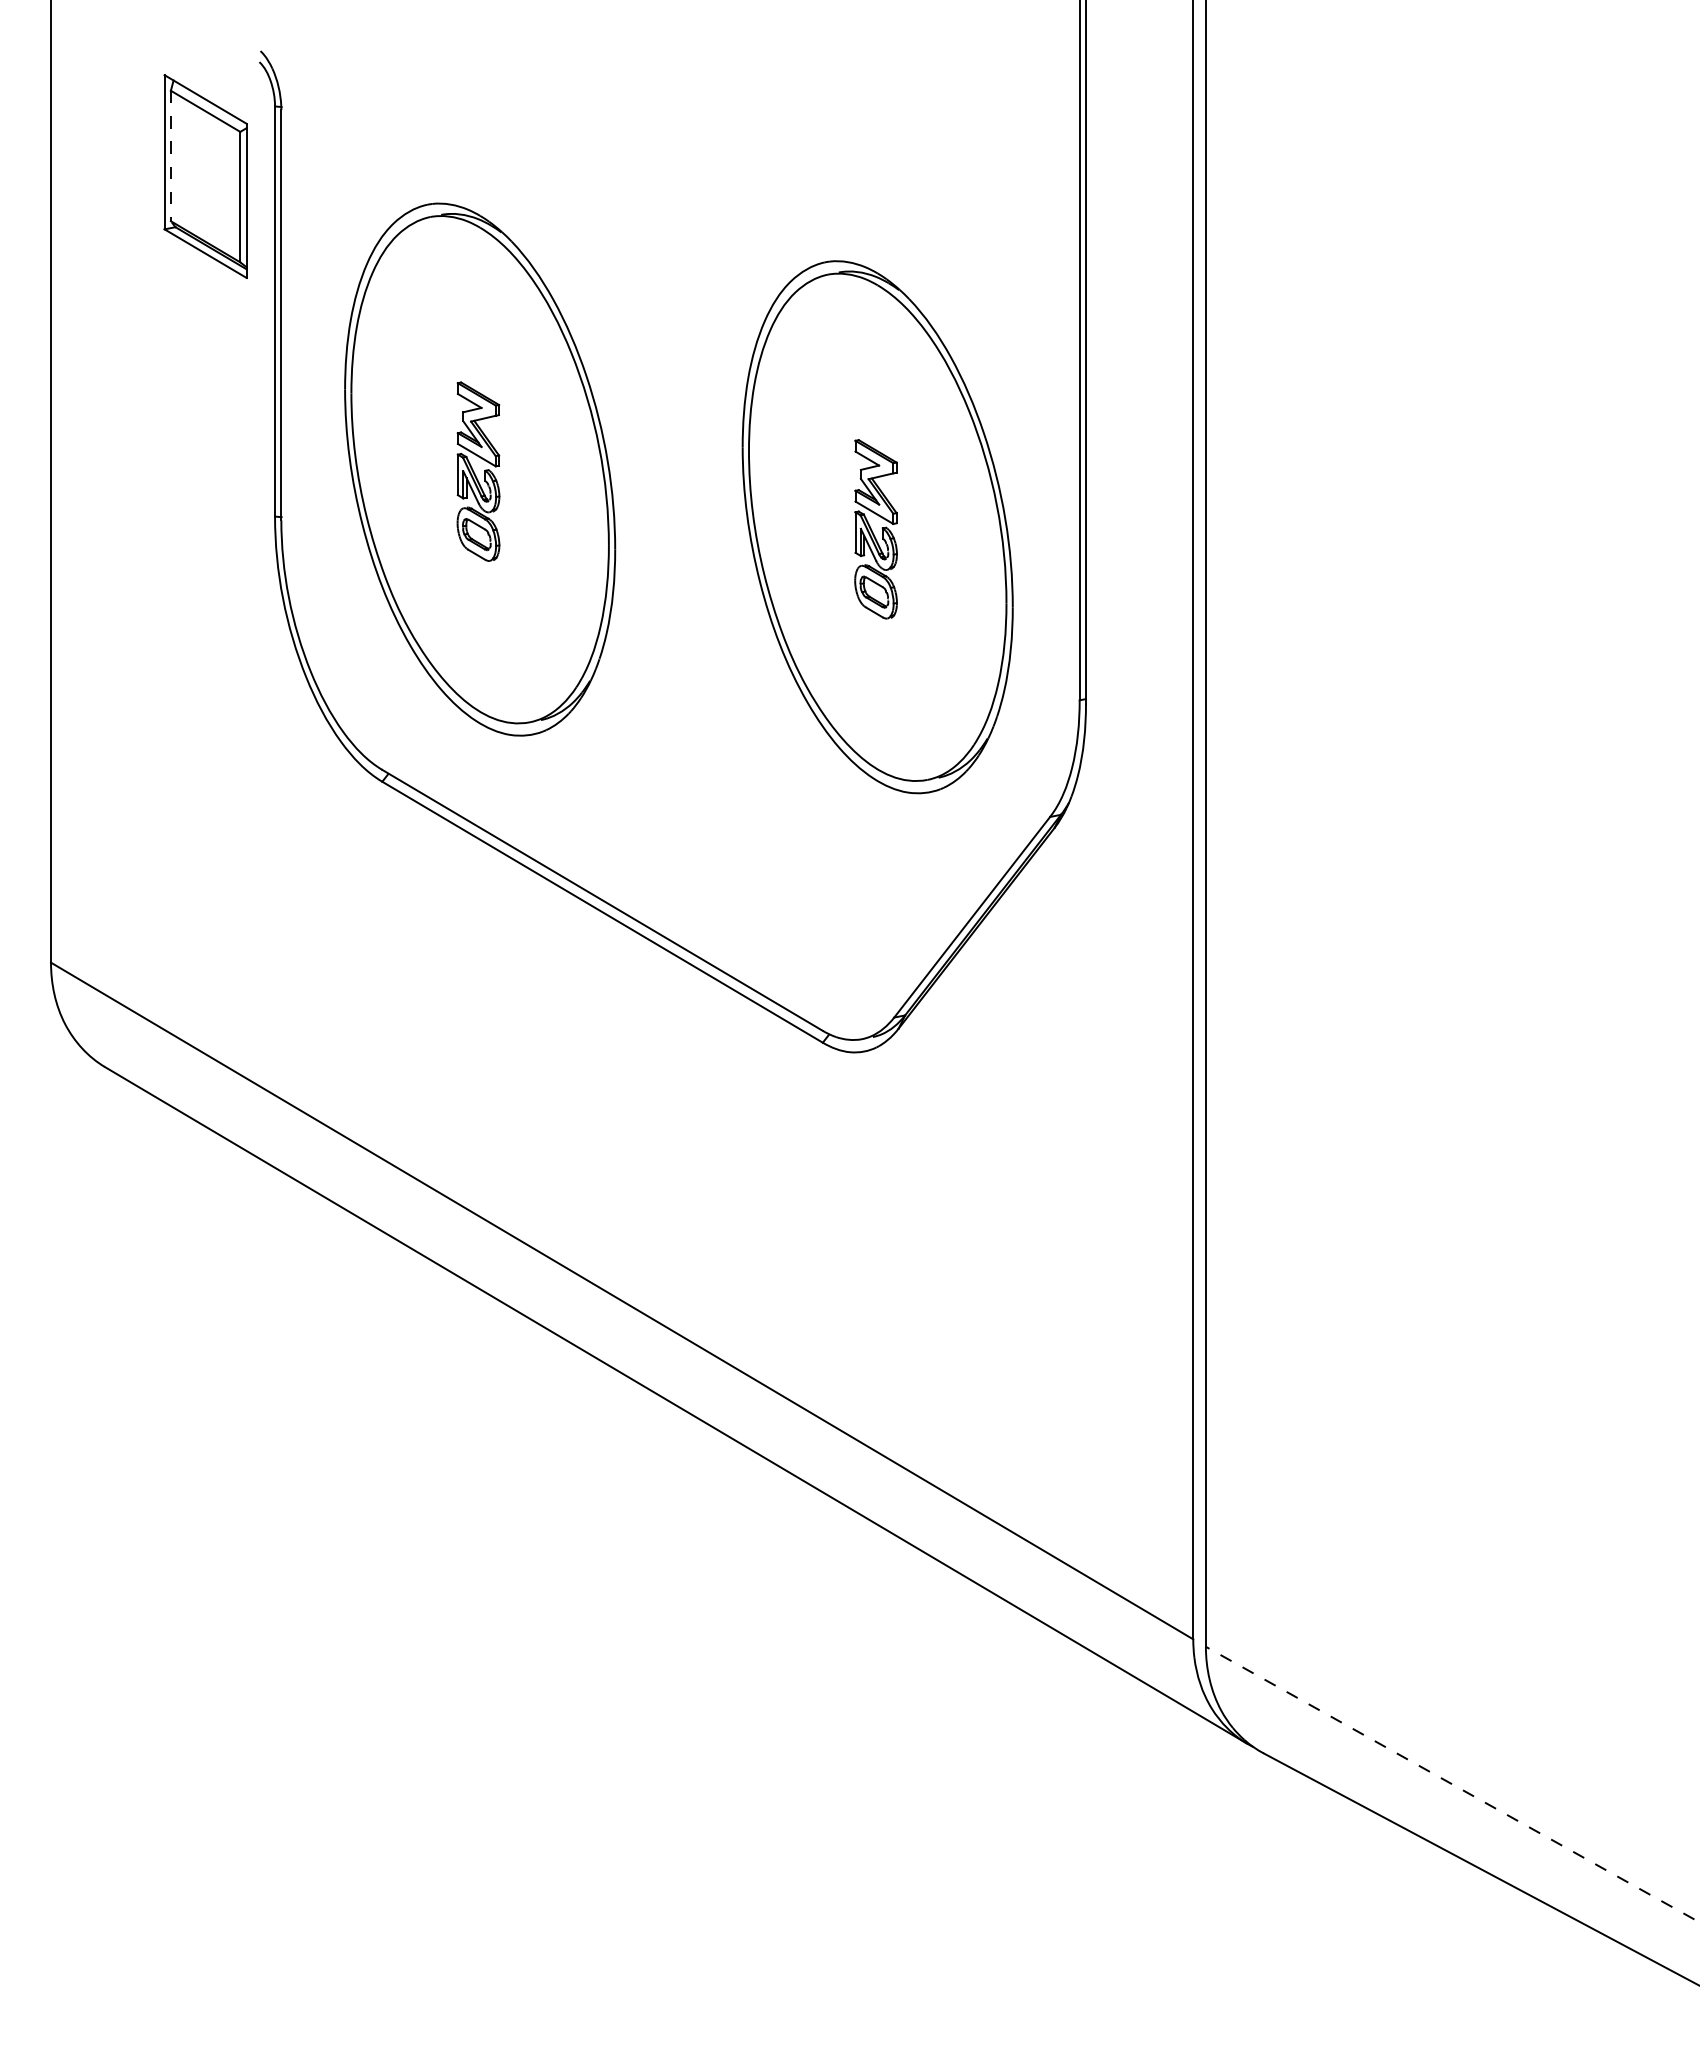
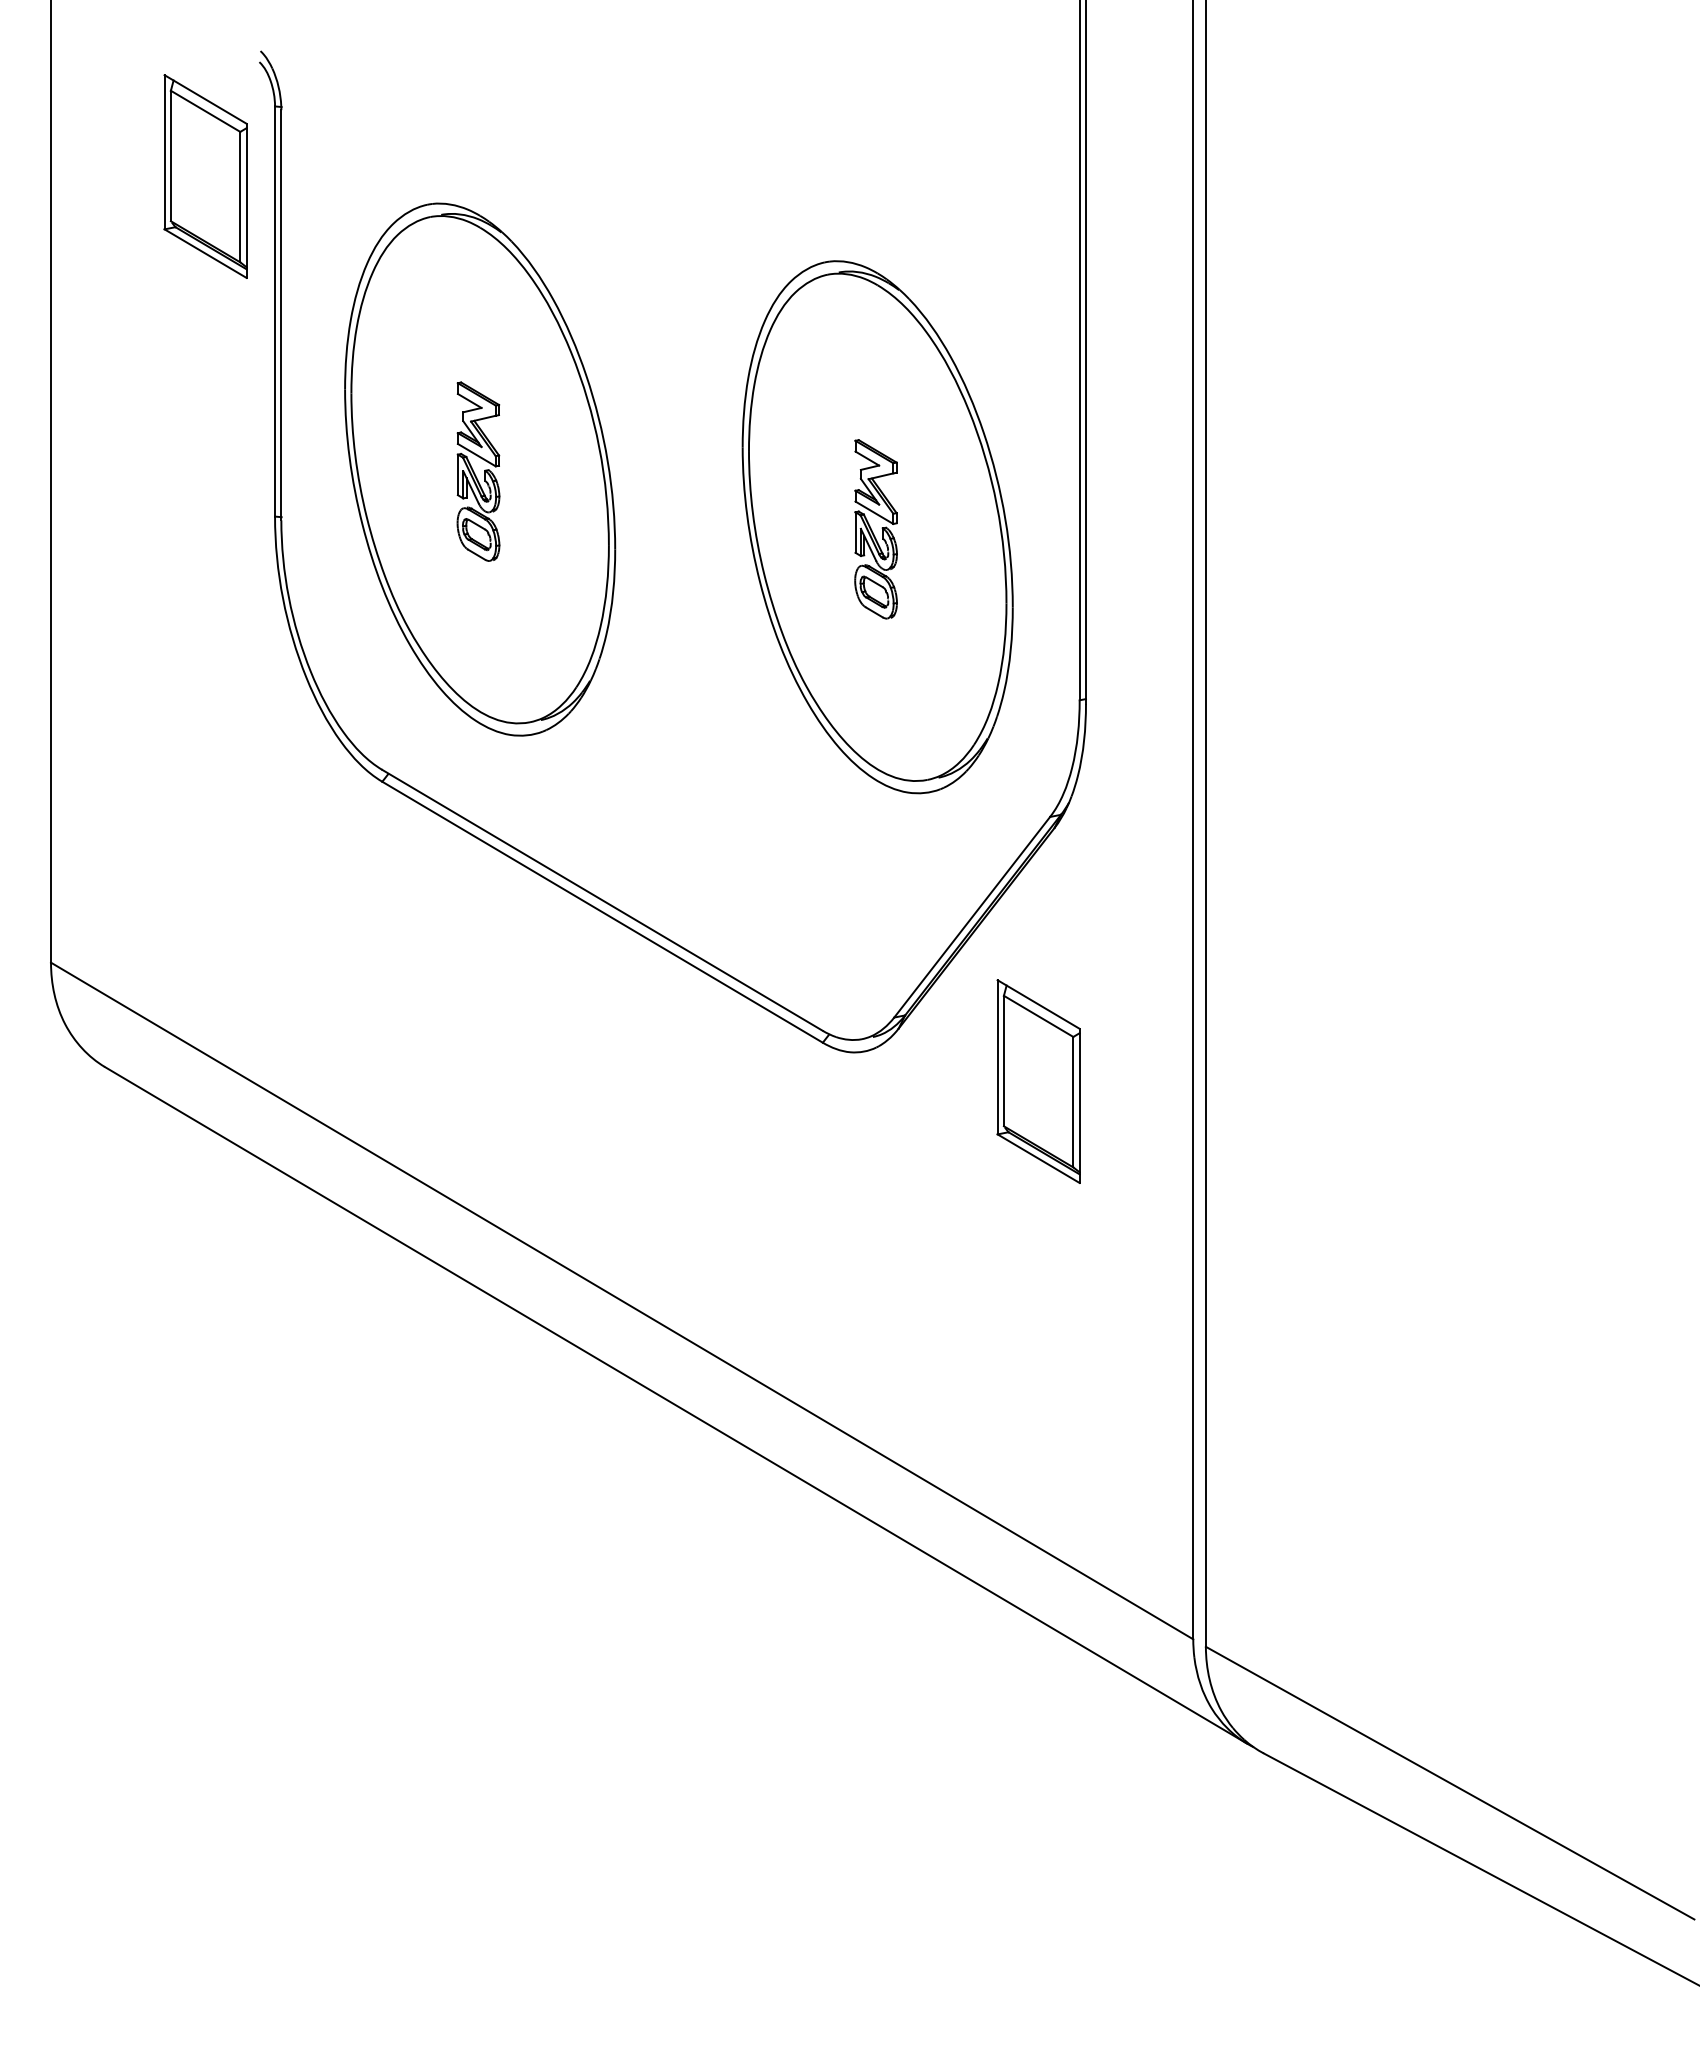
line at (170, 156): dashed -> solid
part at (1038, 1081): none -> present
line at (1450, 1783): dashed -> solid
